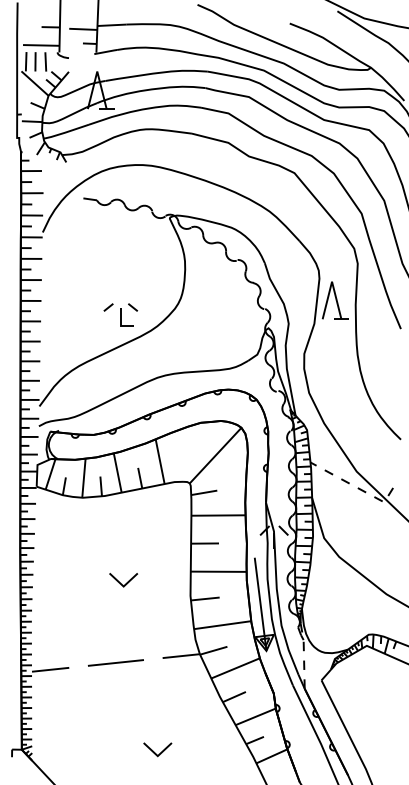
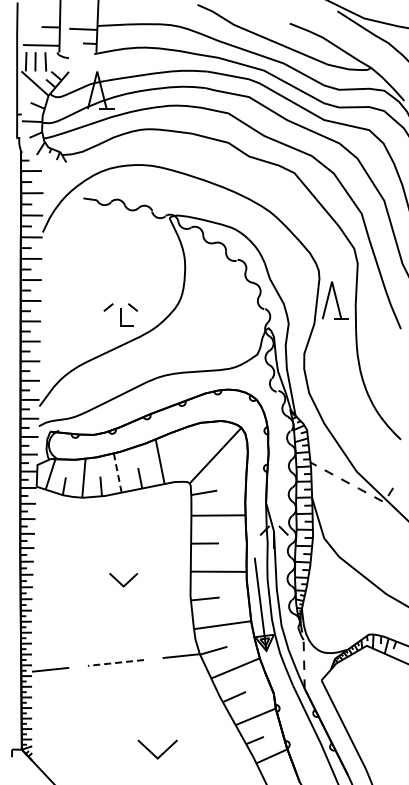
line at (117, 472): solid -> dashed
line at (115, 663): solid -> dashed
part at (157, 749) size: 30x16 px -> 41x21 px
